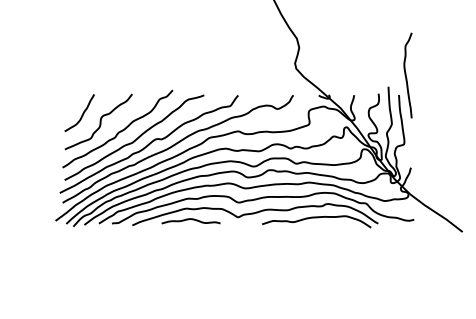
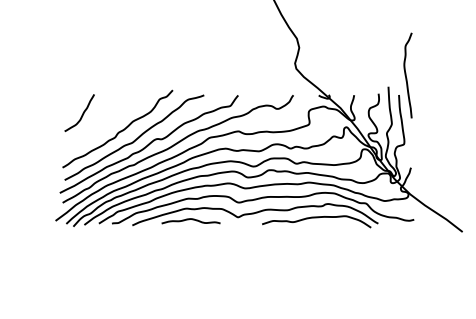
curve at (99, 121): present -> none
